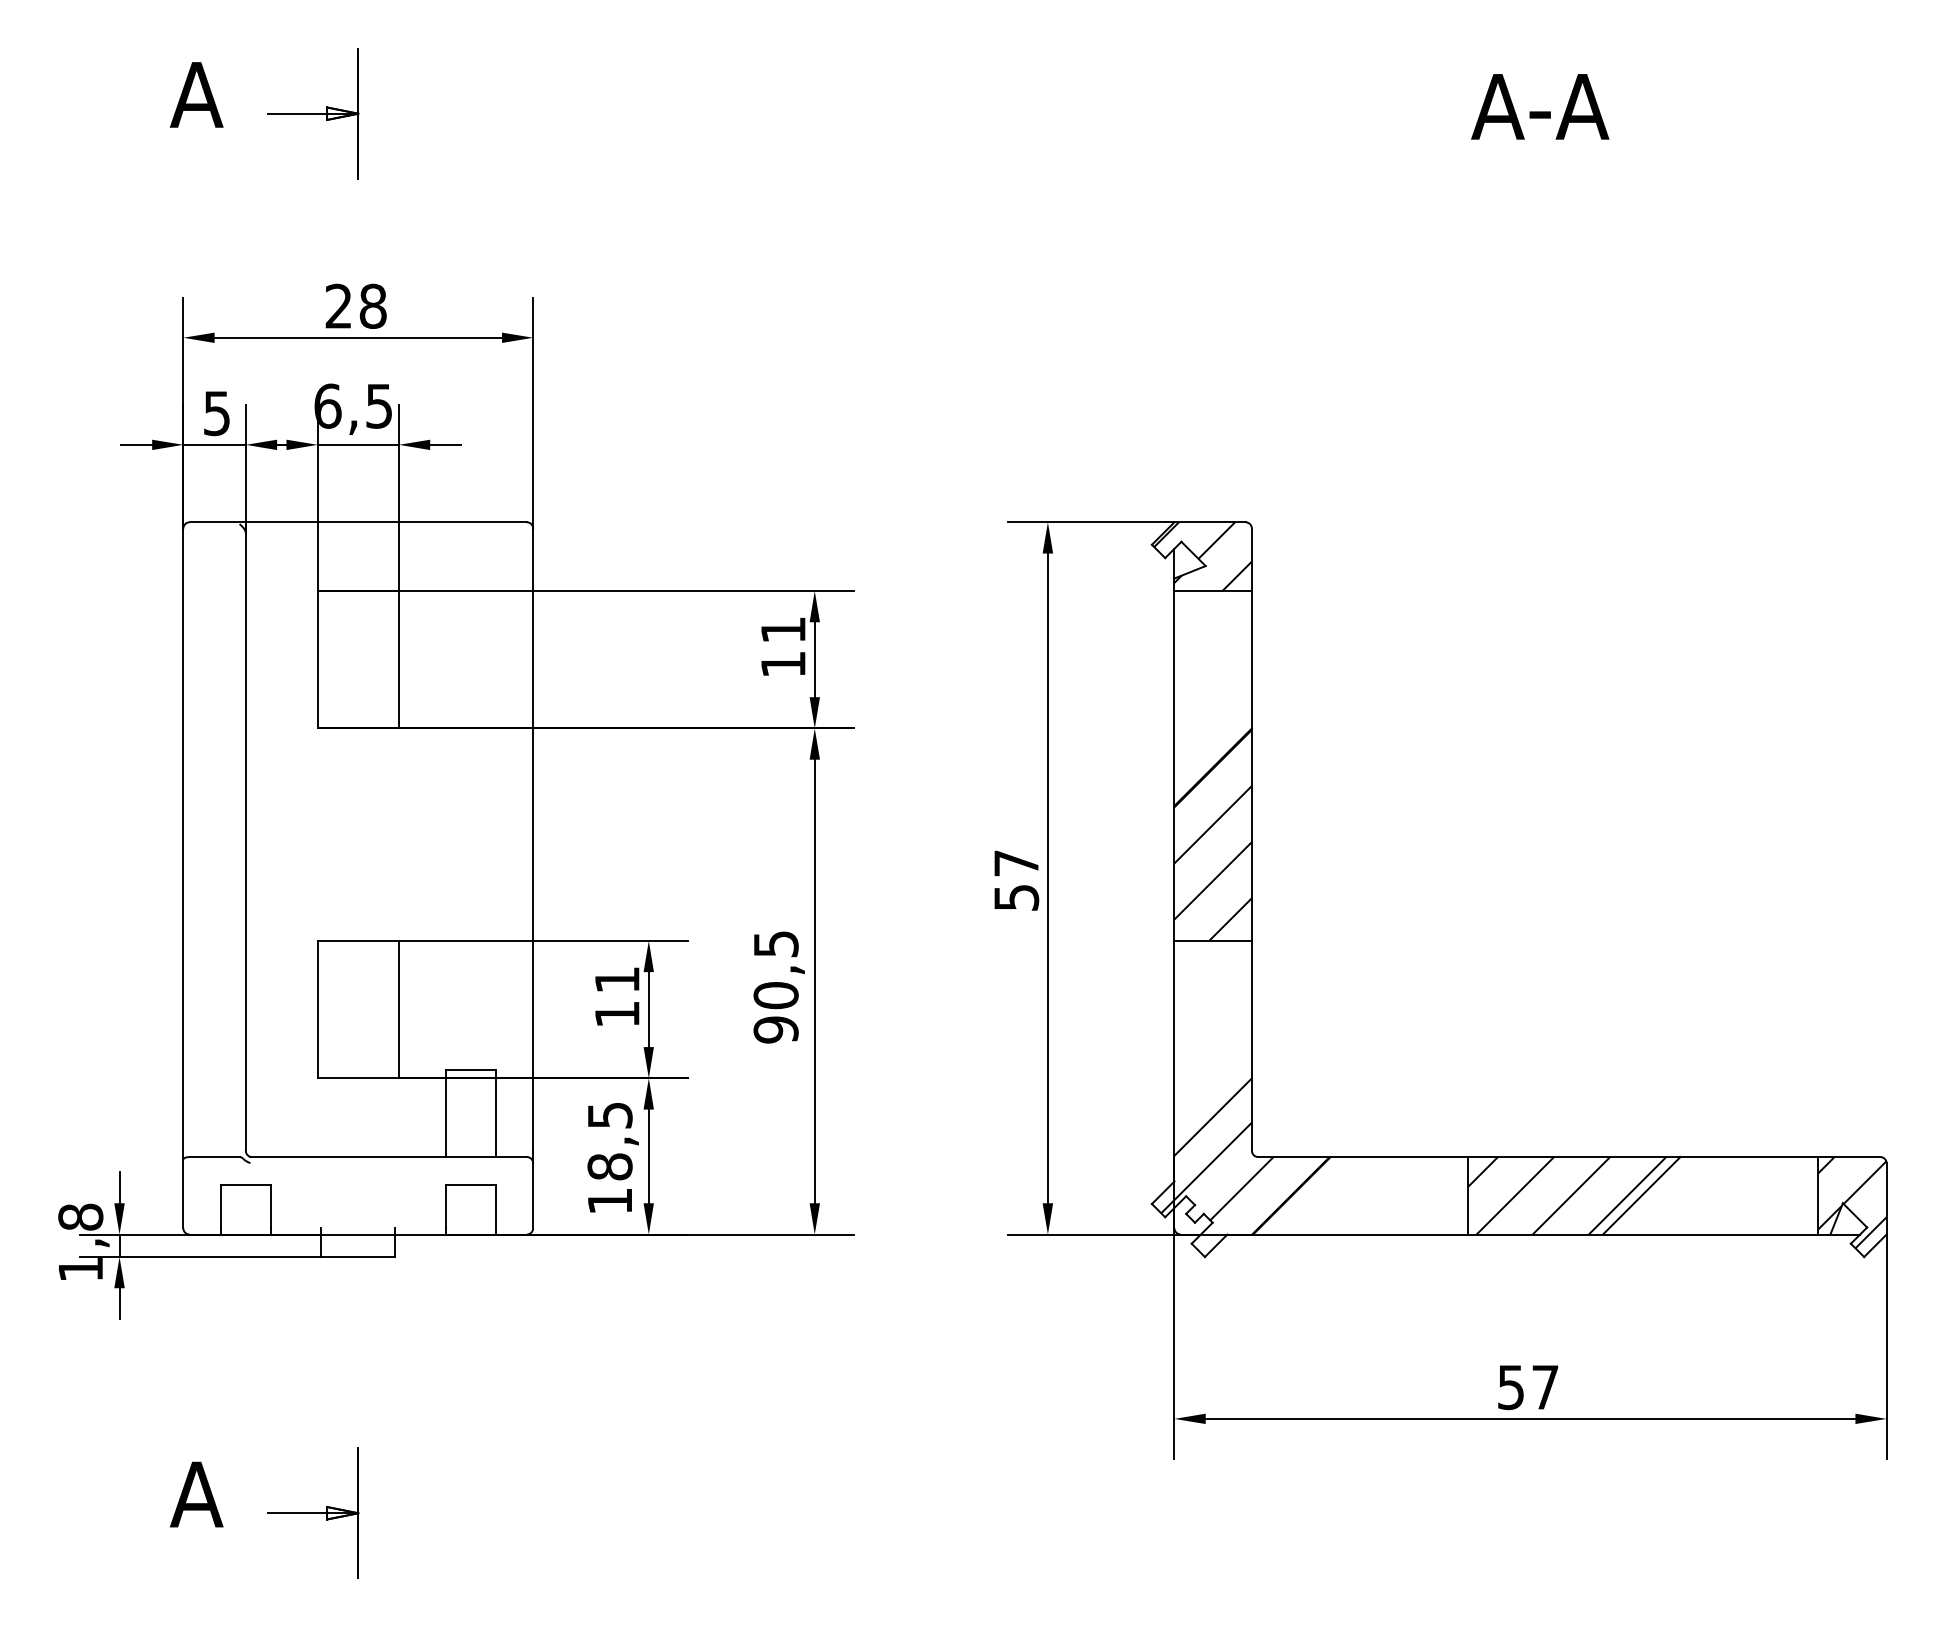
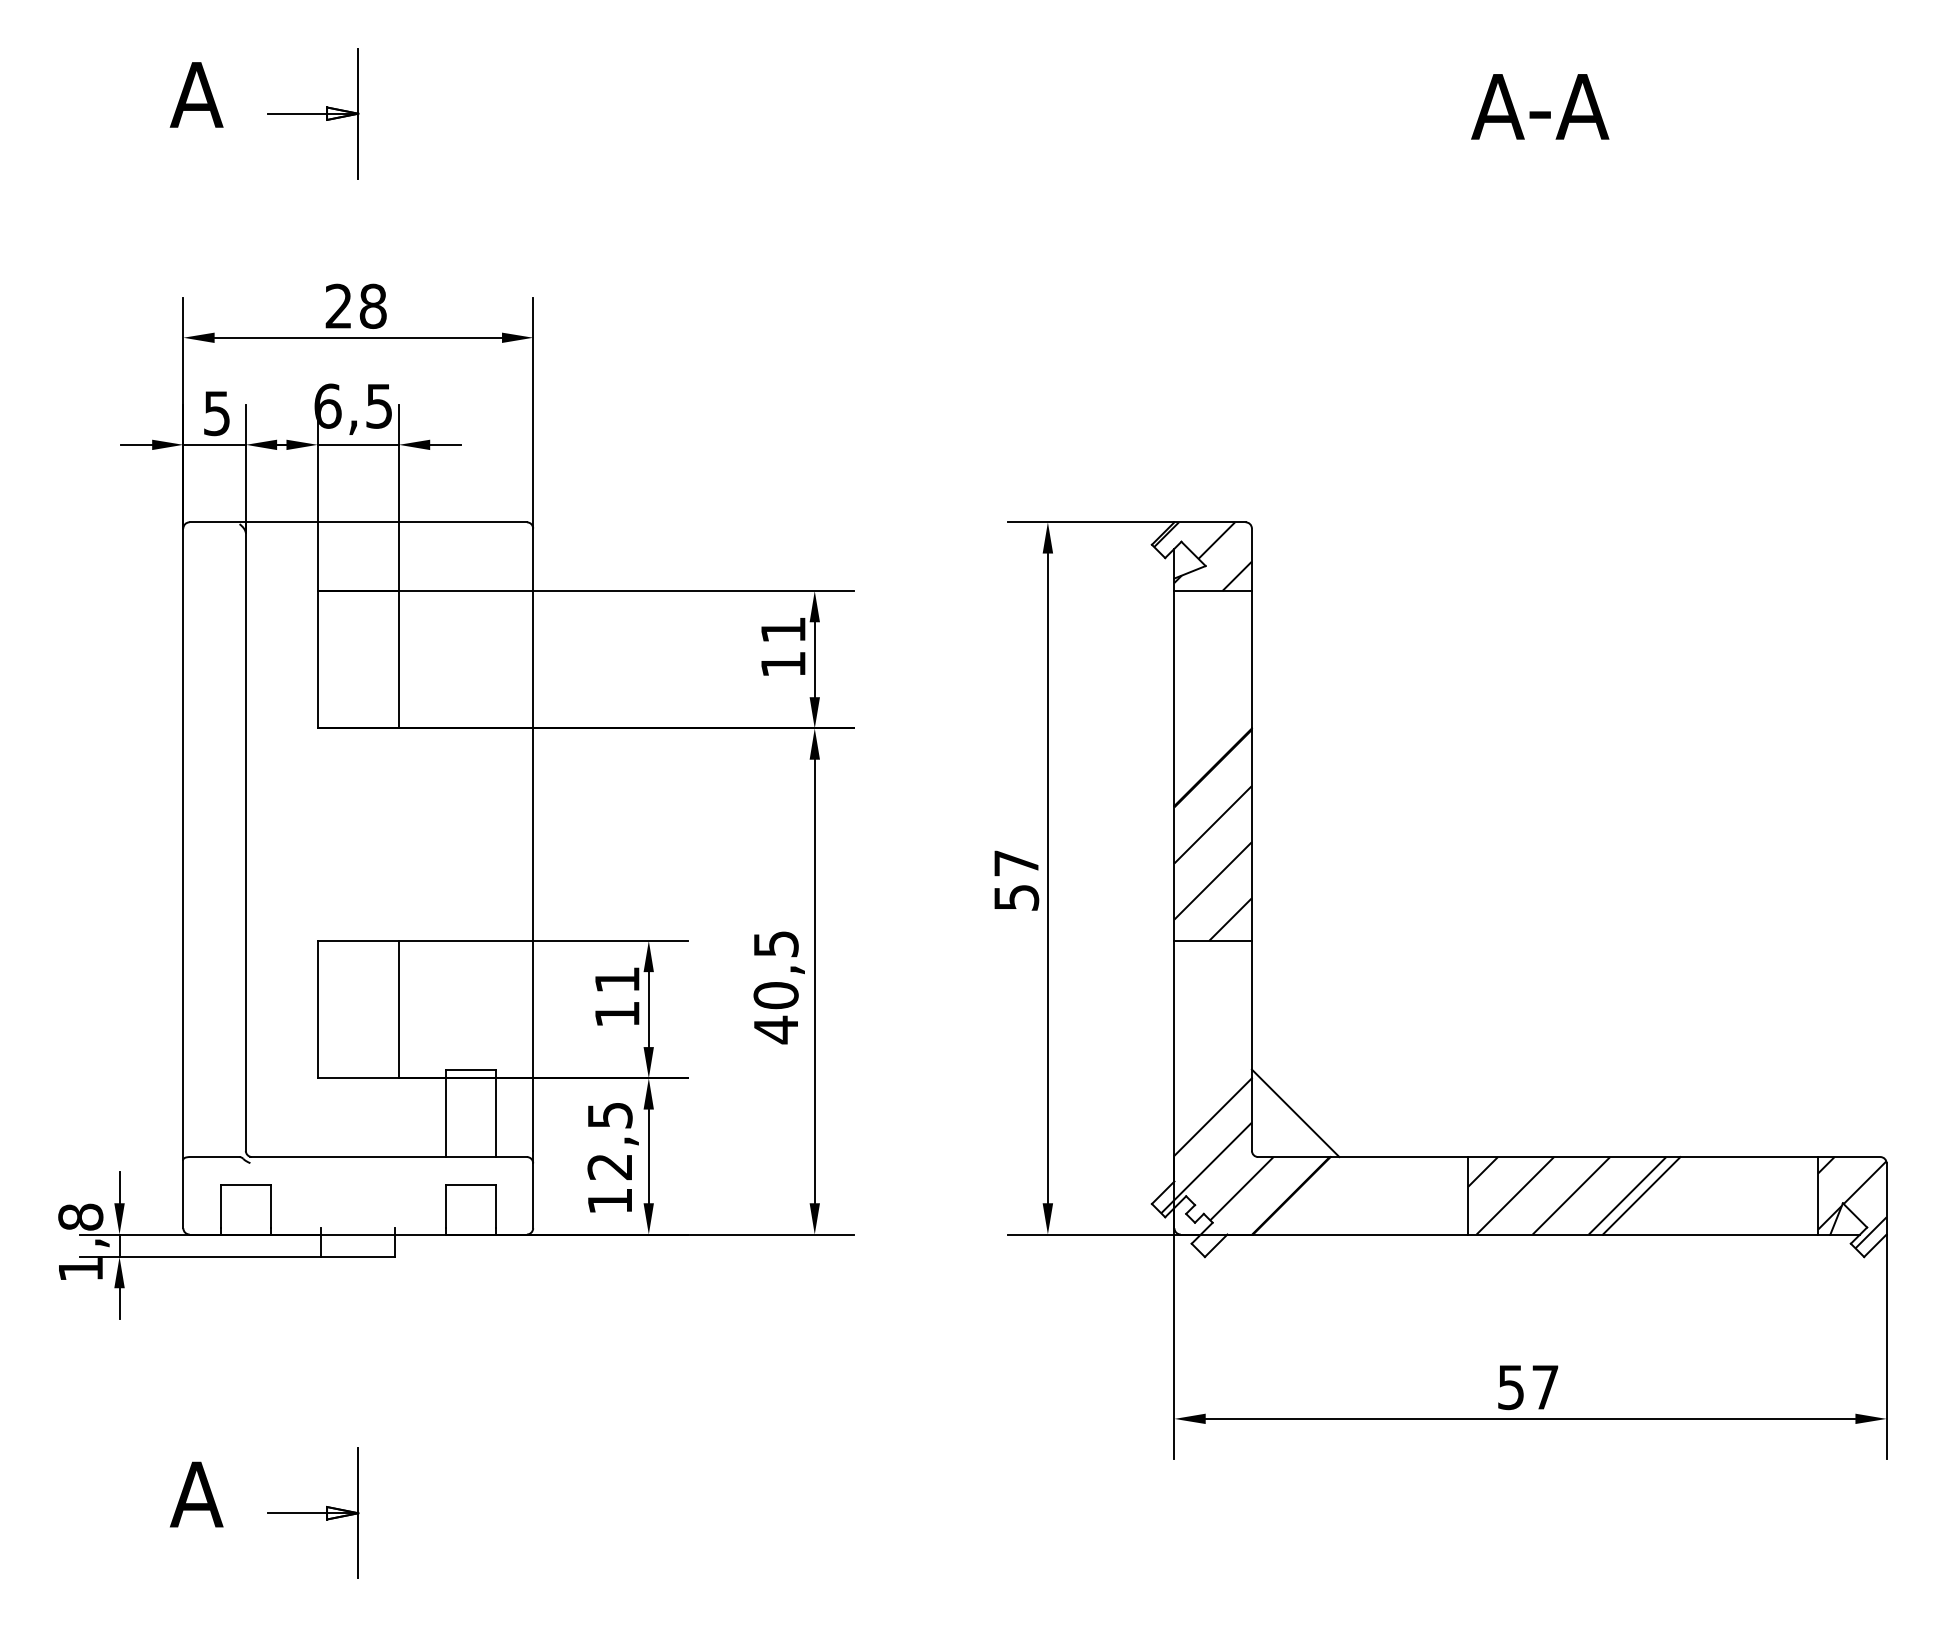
text at (775, 1029): 90,5 -> 40,5
line at (1295, 1113): none -> present
text at (609, 1166): 18,5 -> 12,5
